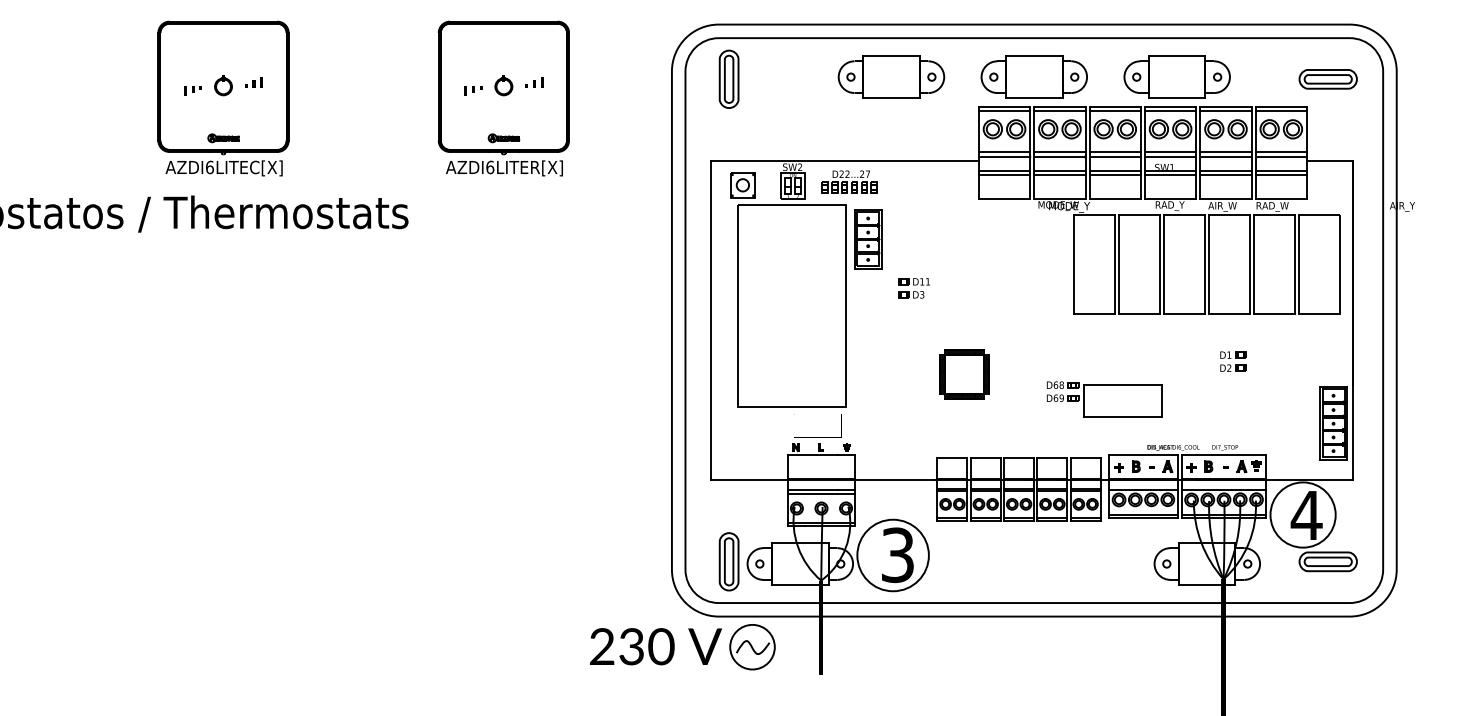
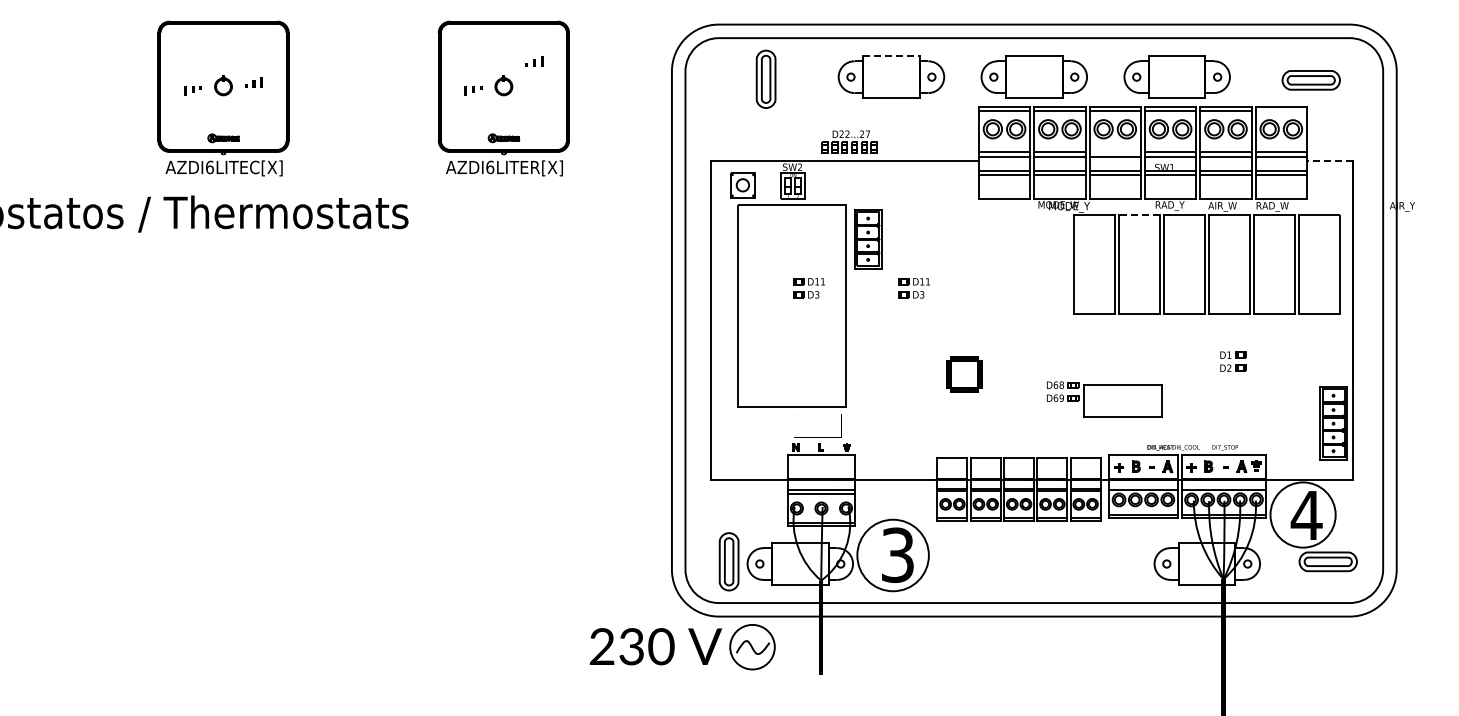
line at (891, 56): solid -> dashed
part at (728, 78) position: (728, 78) -> (765, 78)
part at (1327, 79) position: (1327, 79) -> (1310, 80)
part at (534, 82) position: (534, 82) -> (534, 61)
line at (1280, 110): present -> none
line at (1114, 151): present -> none
line at (1329, 161): solid -> dashed
part at (849, 181) position: (849, 181) -> (849, 141)
line at (1139, 215): solid -> dashed
part at (808, 288): none -> present
part at (964, 374) size: 51x51 px -> 37x37 px
